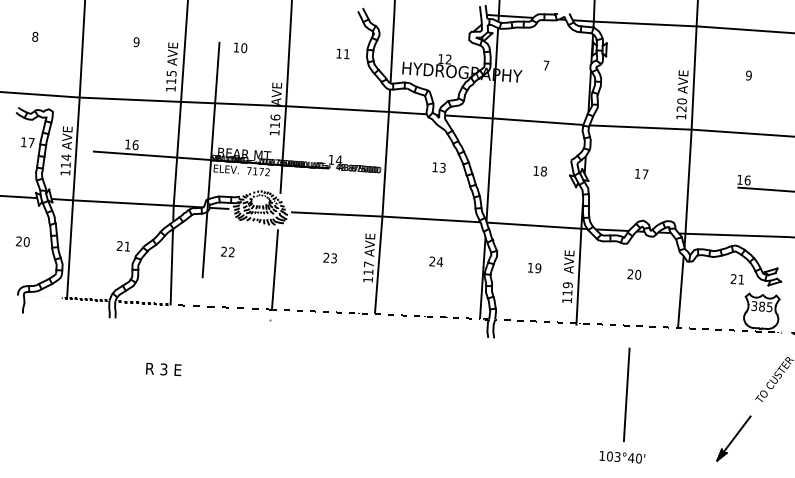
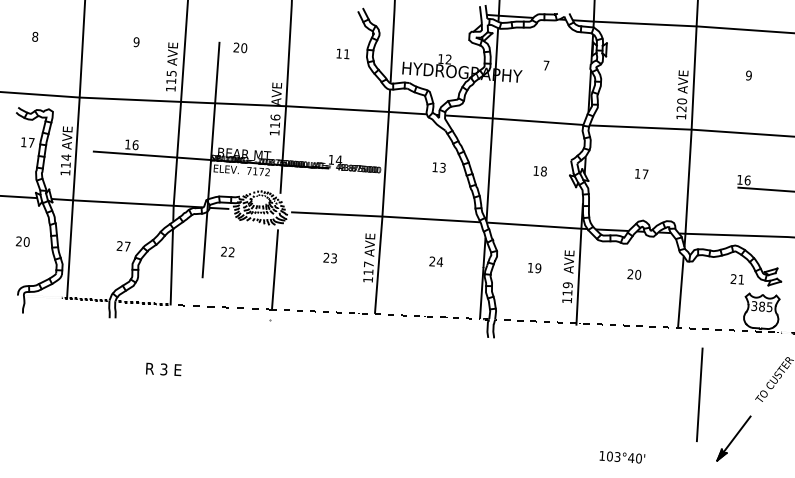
text at (236, 47): 10 -> 20
text at (127, 246): 21 -> 27
line at (626, 394) position: (626, 394) -> (699, 394)
